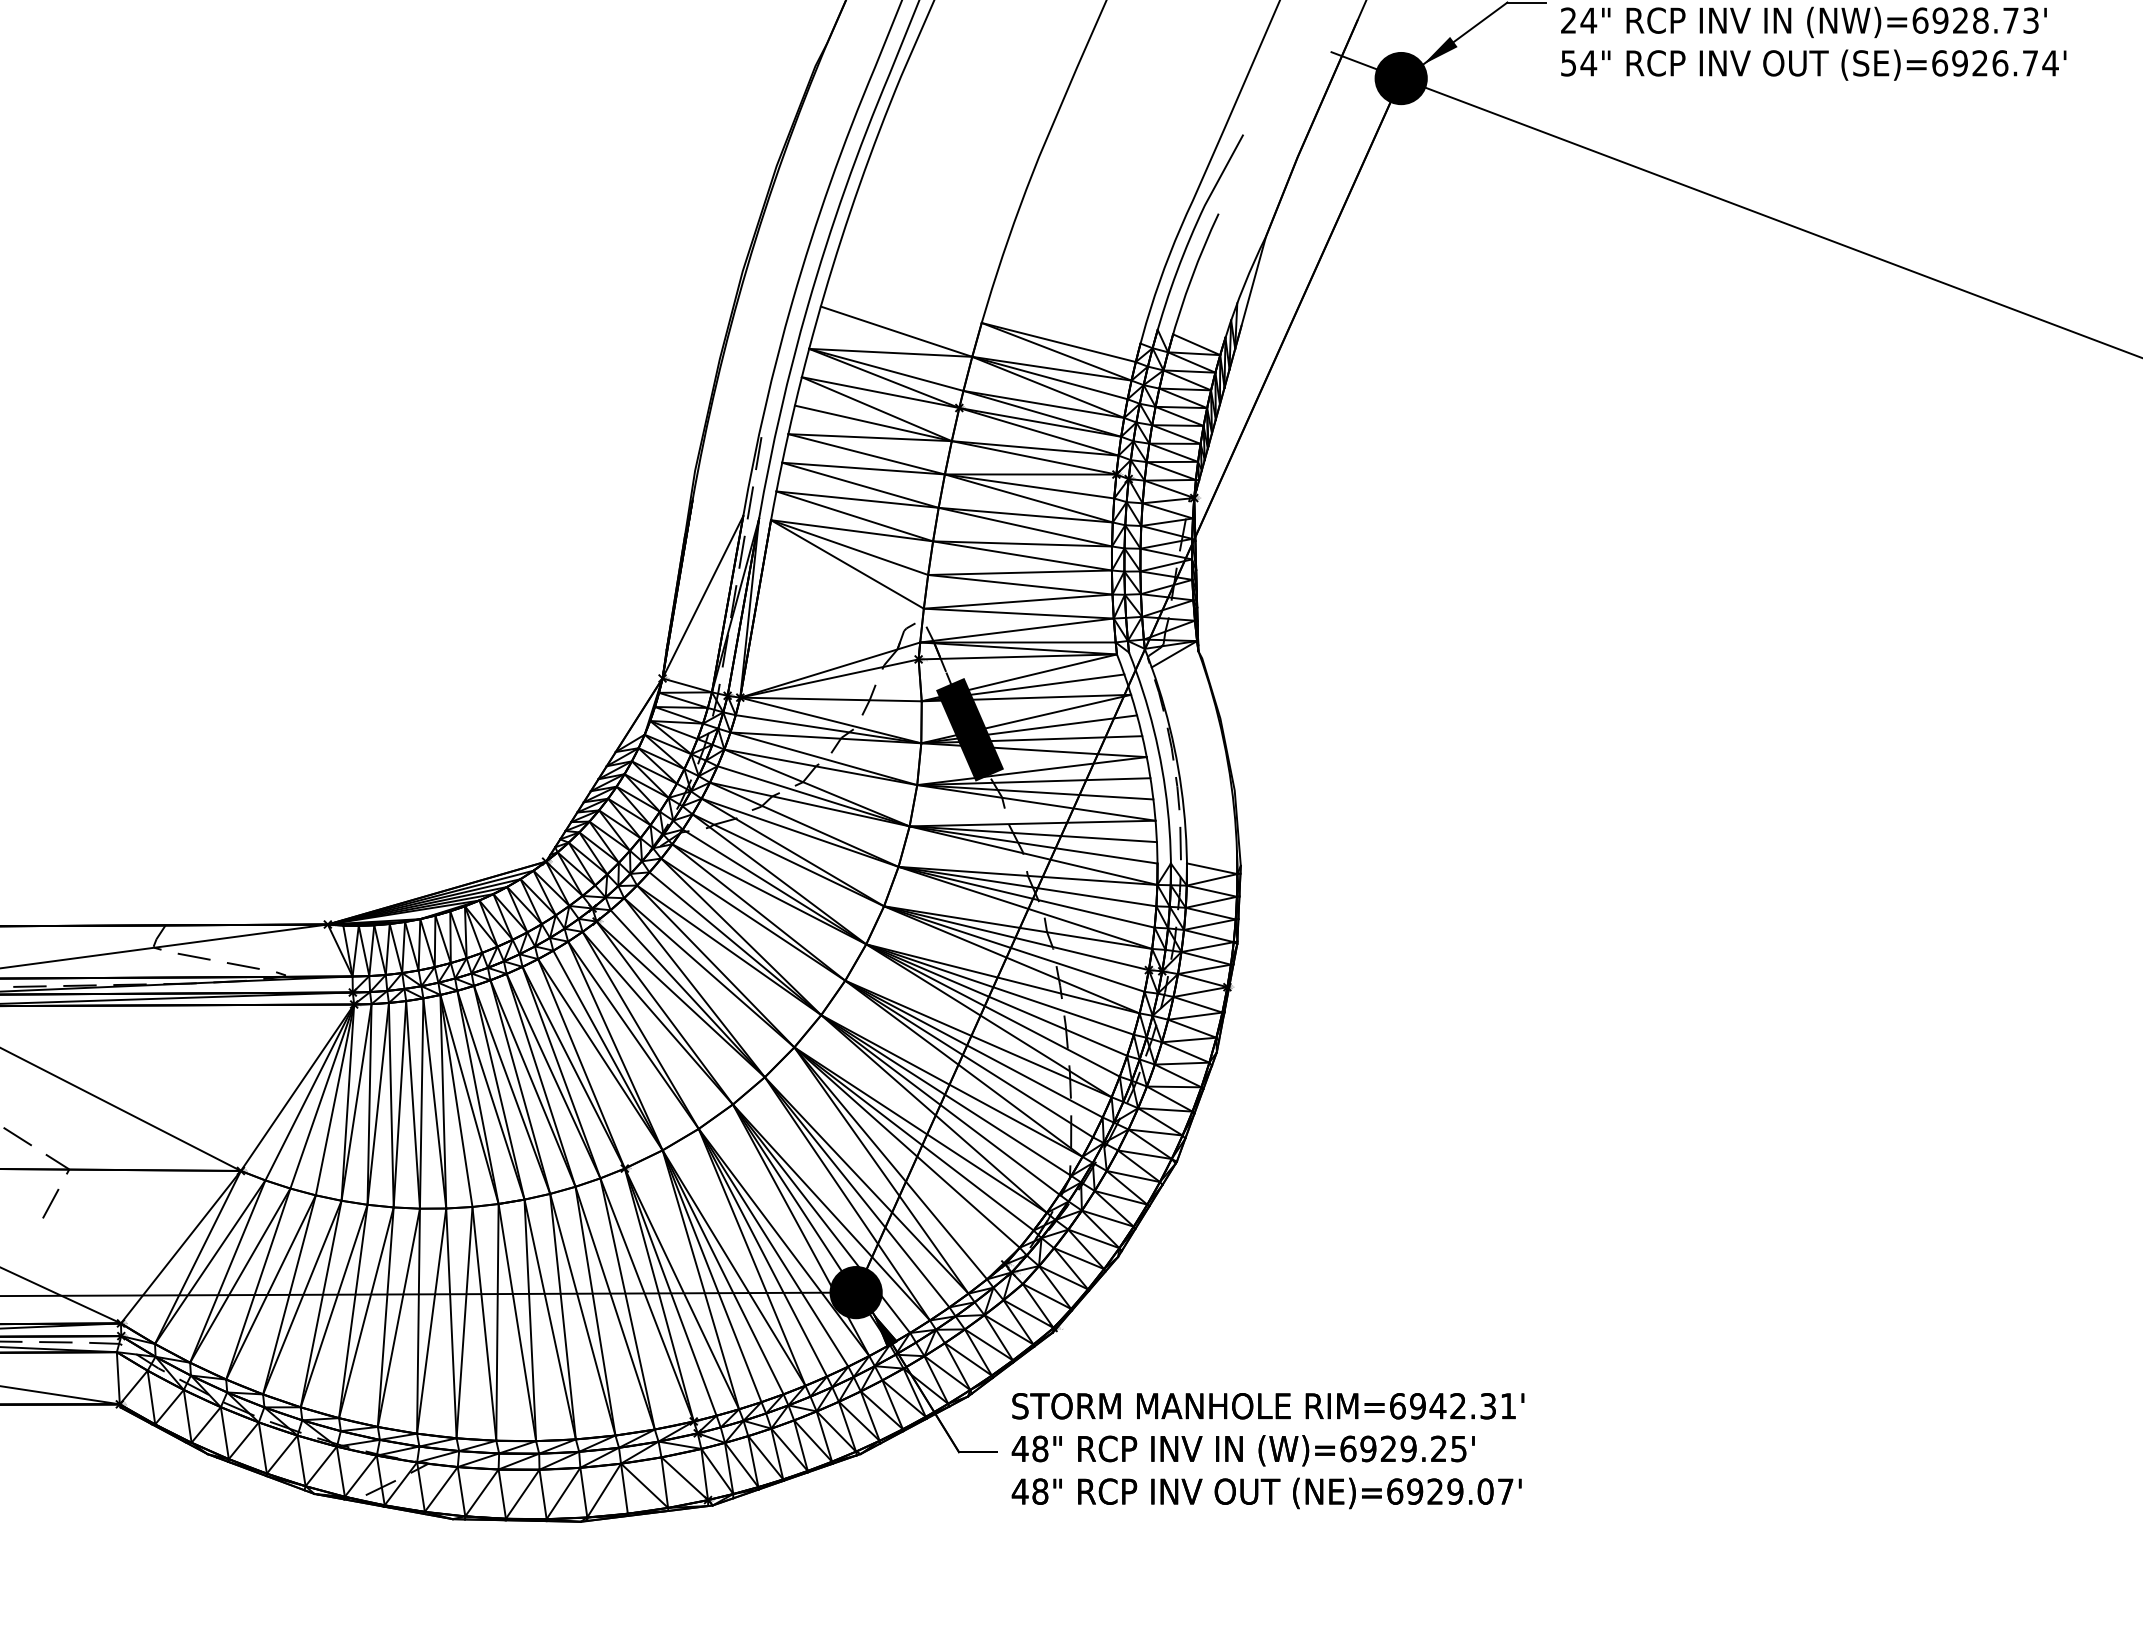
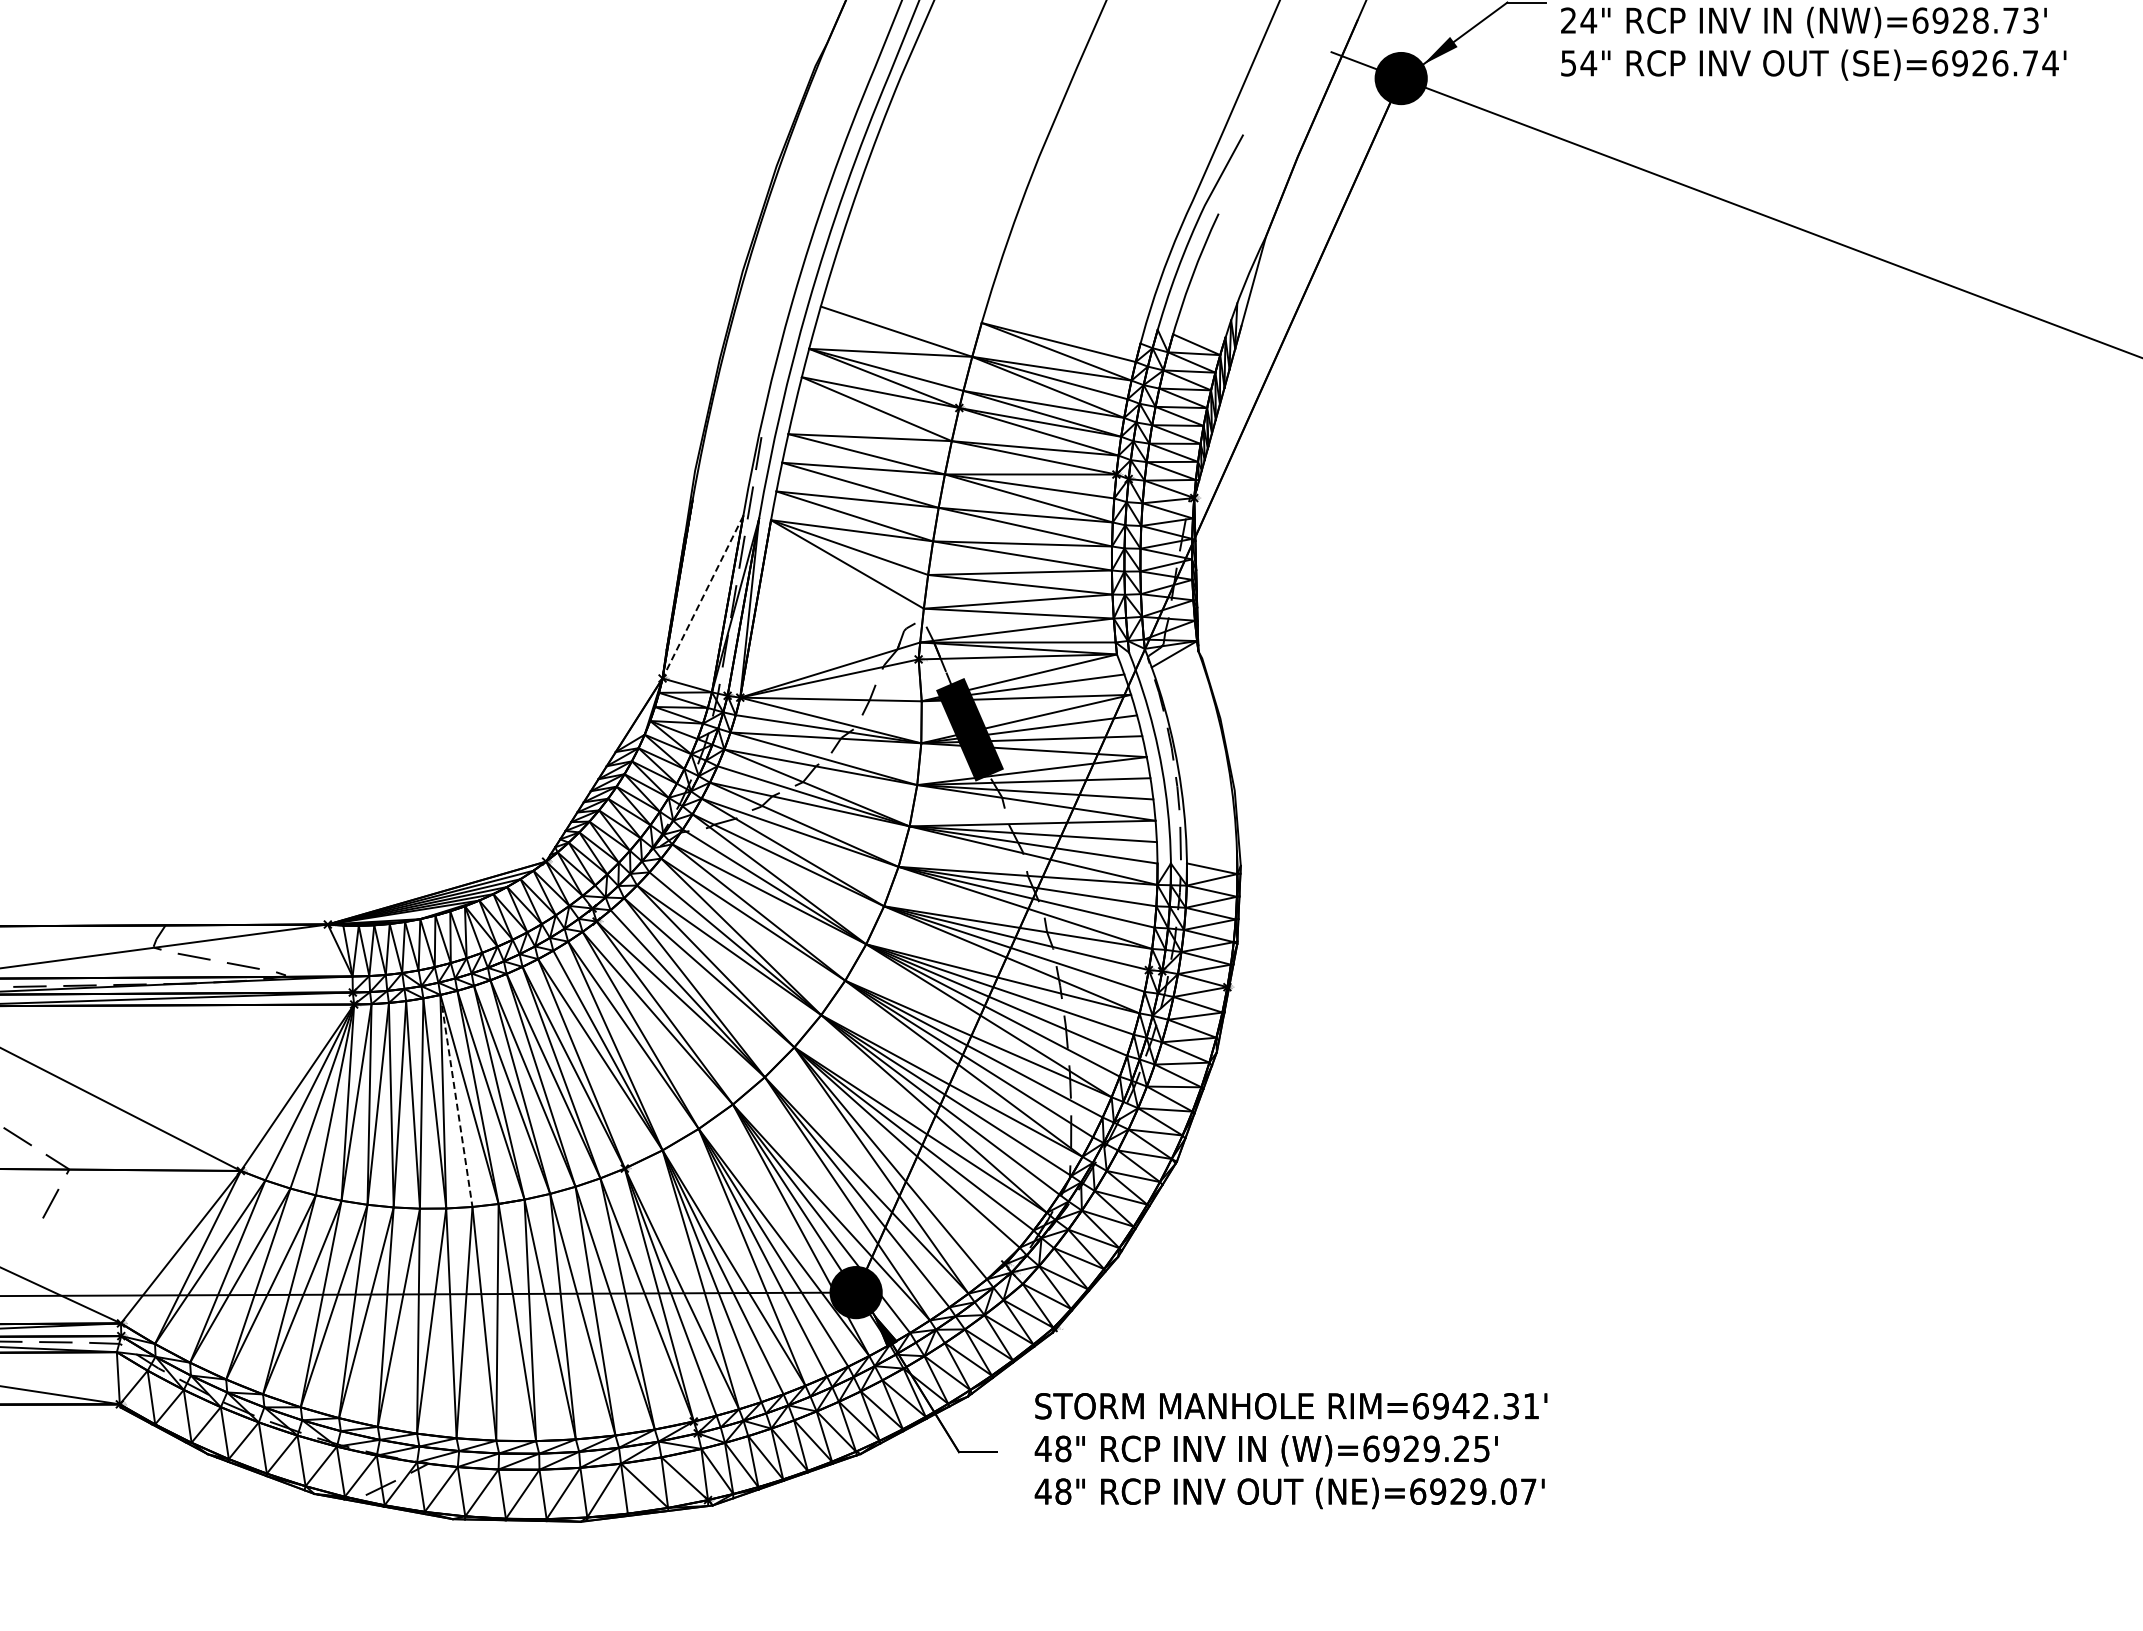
line at (872, 423): present -> none
line at (702, 597): solid -> dashed
line at (456, 1101): solid -> dashed
text at (1267, 1451) position: (1267, 1451) -> (1290, 1451)
